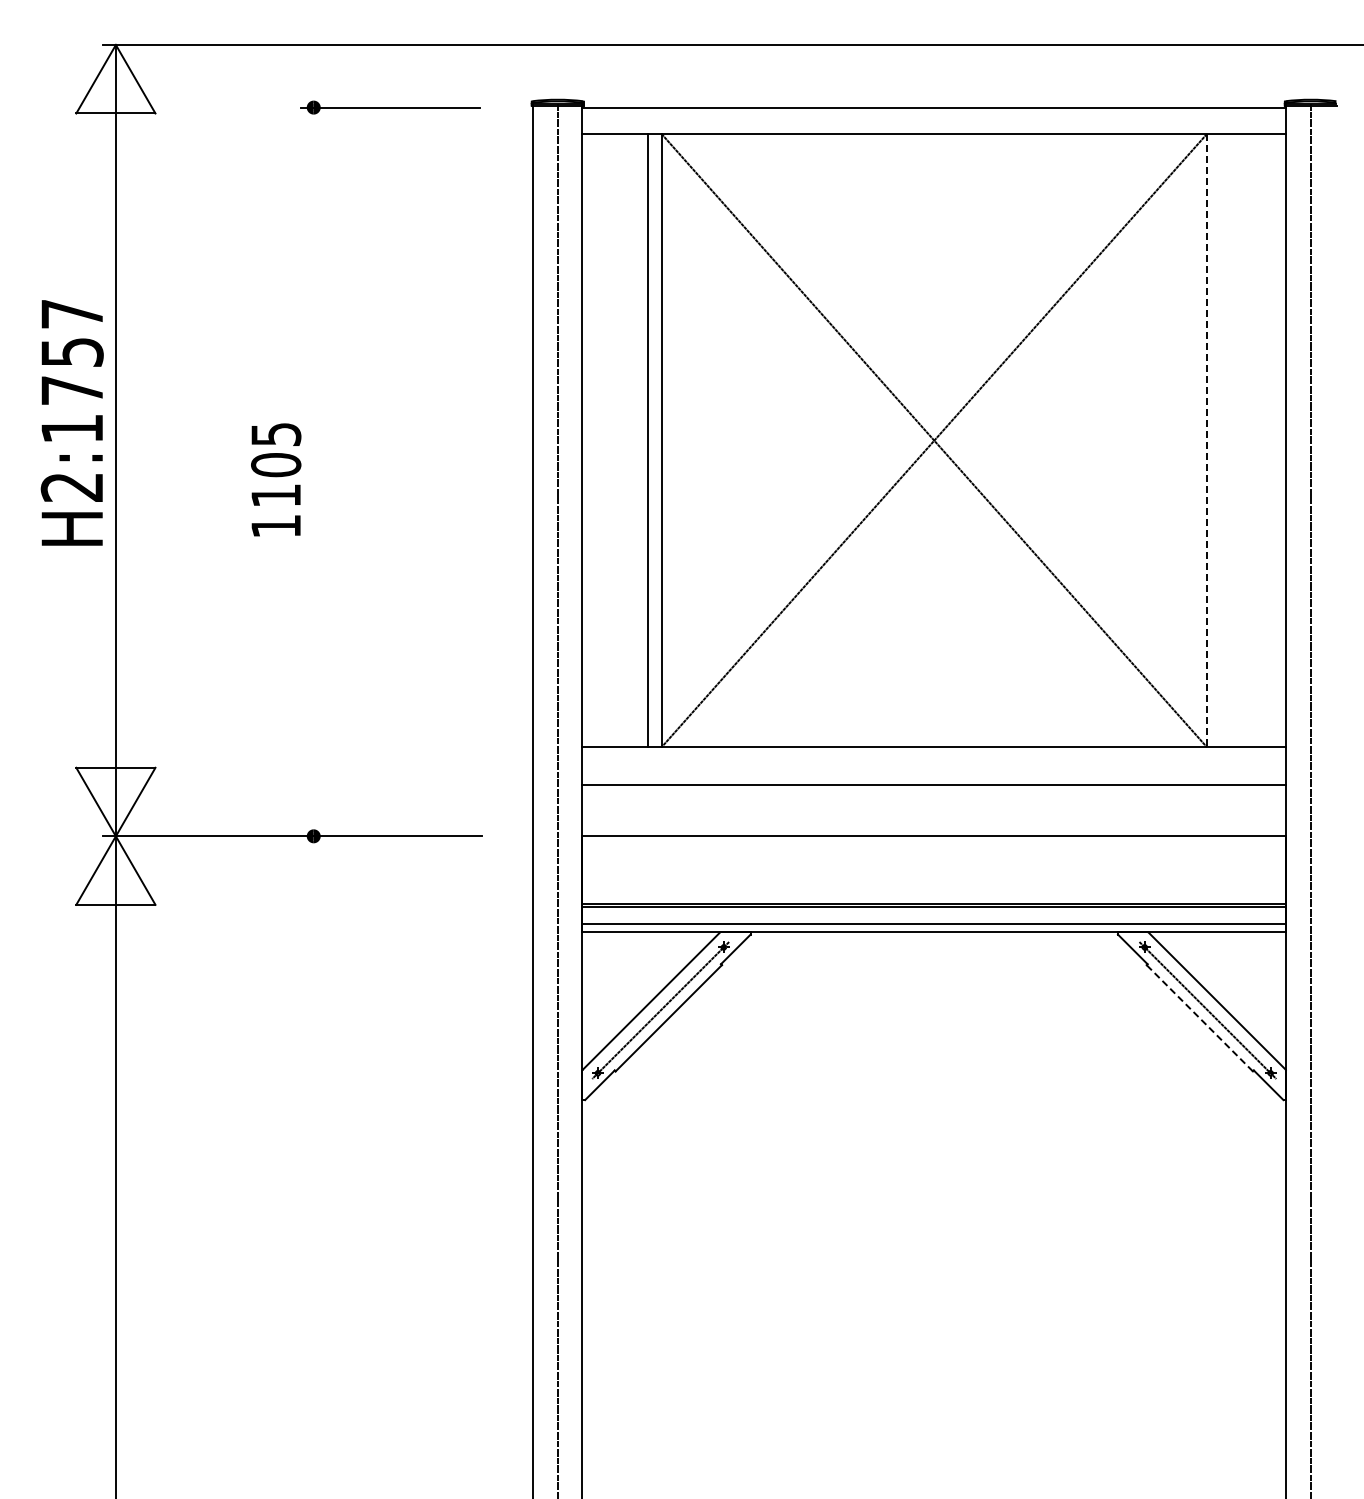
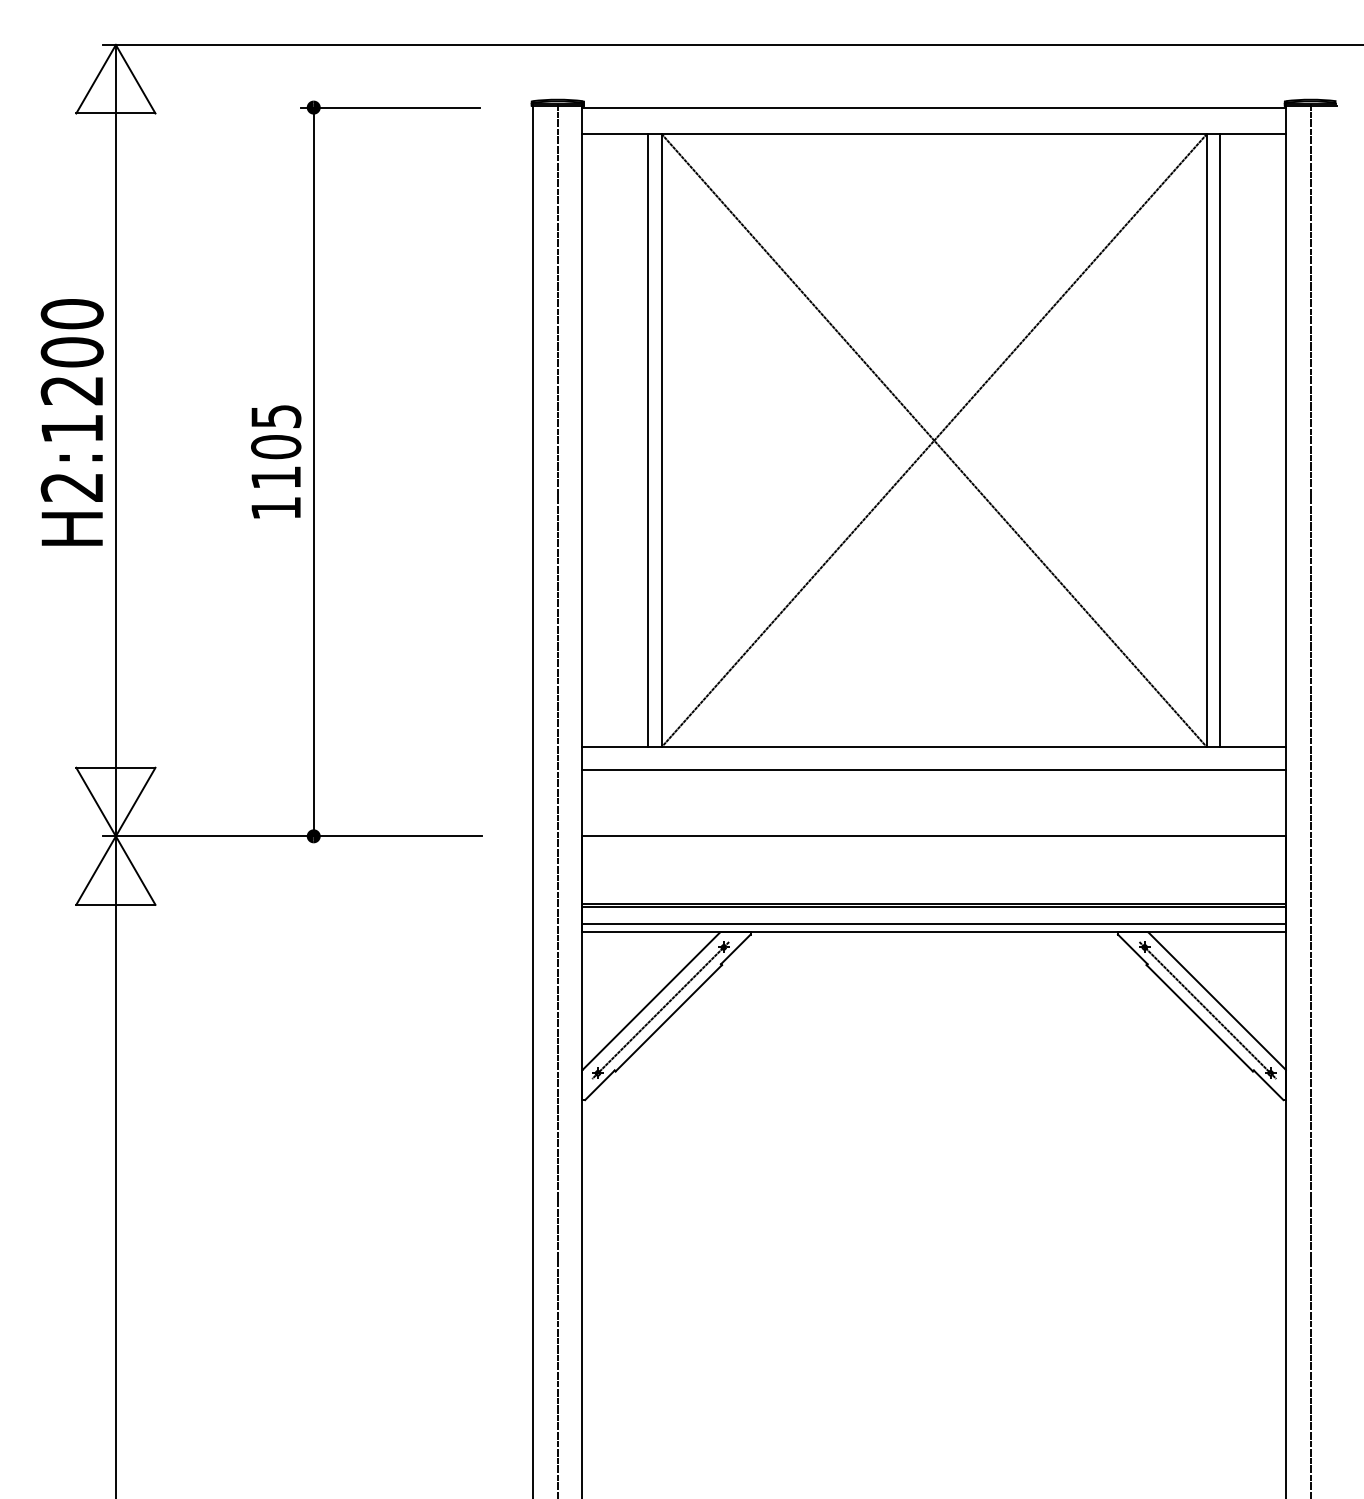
text at (71, 352): H2:1757 -> H2:1200
line at (1207, 440): dashed -> solid
line at (1220, 440): none -> present
line at (313, 471): none -> present
text at (276, 479) position: (276, 479) -> (276, 461)
line at (934, 785) position: (934, 785) -> (934, 770)
line at (1199, 1017): dashed -> solid
